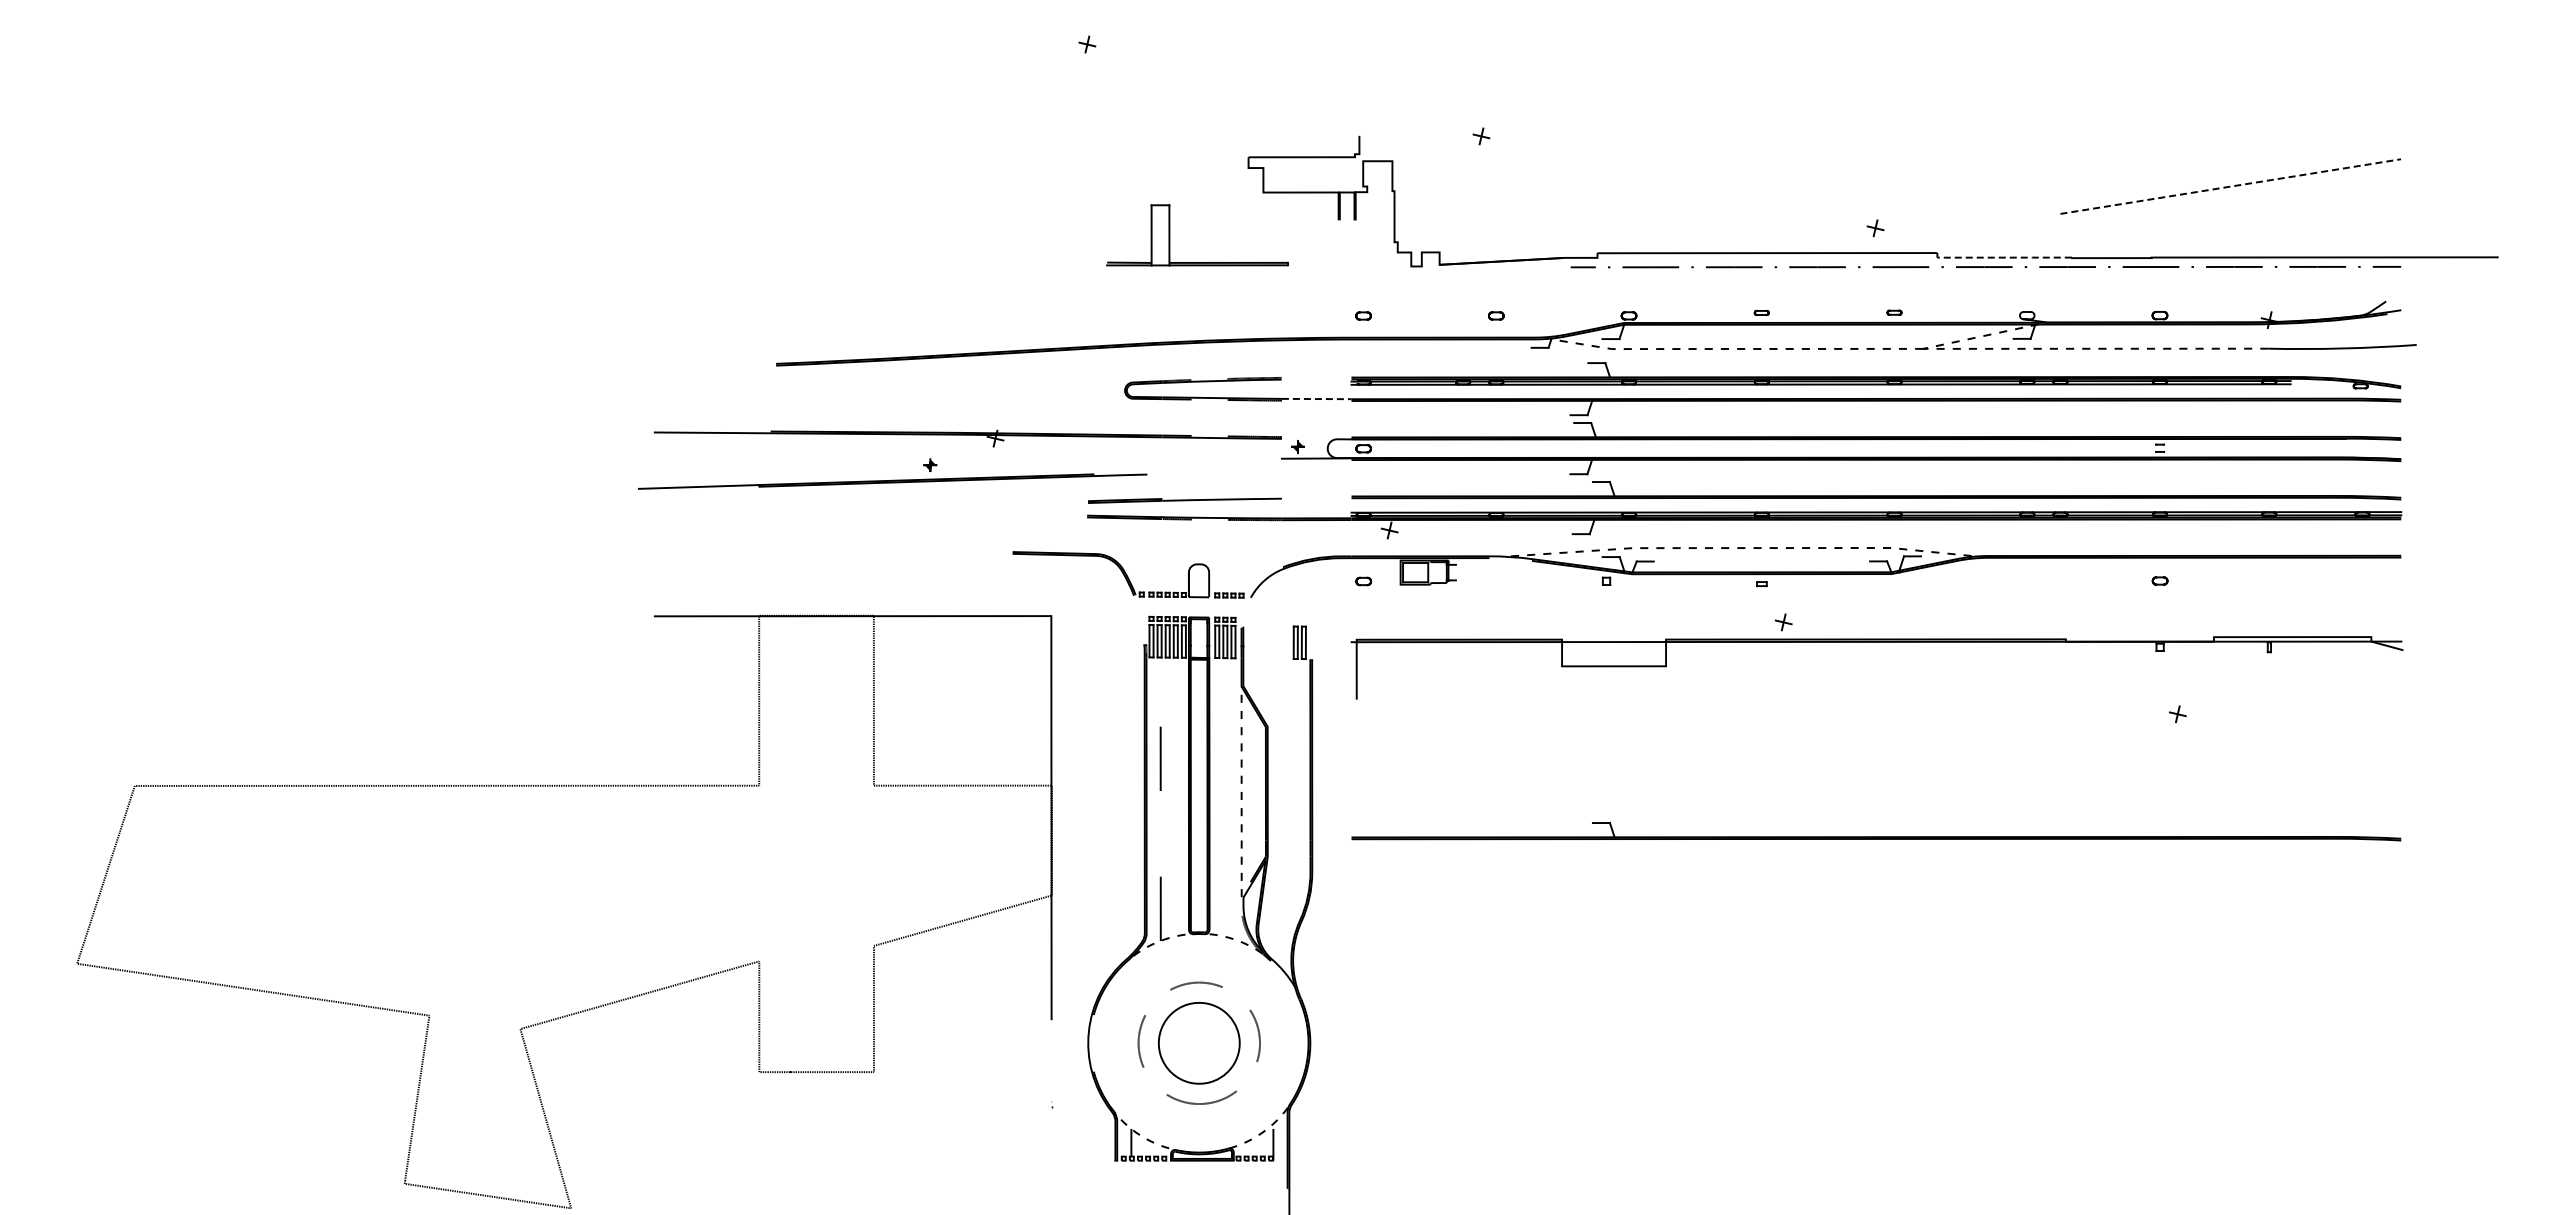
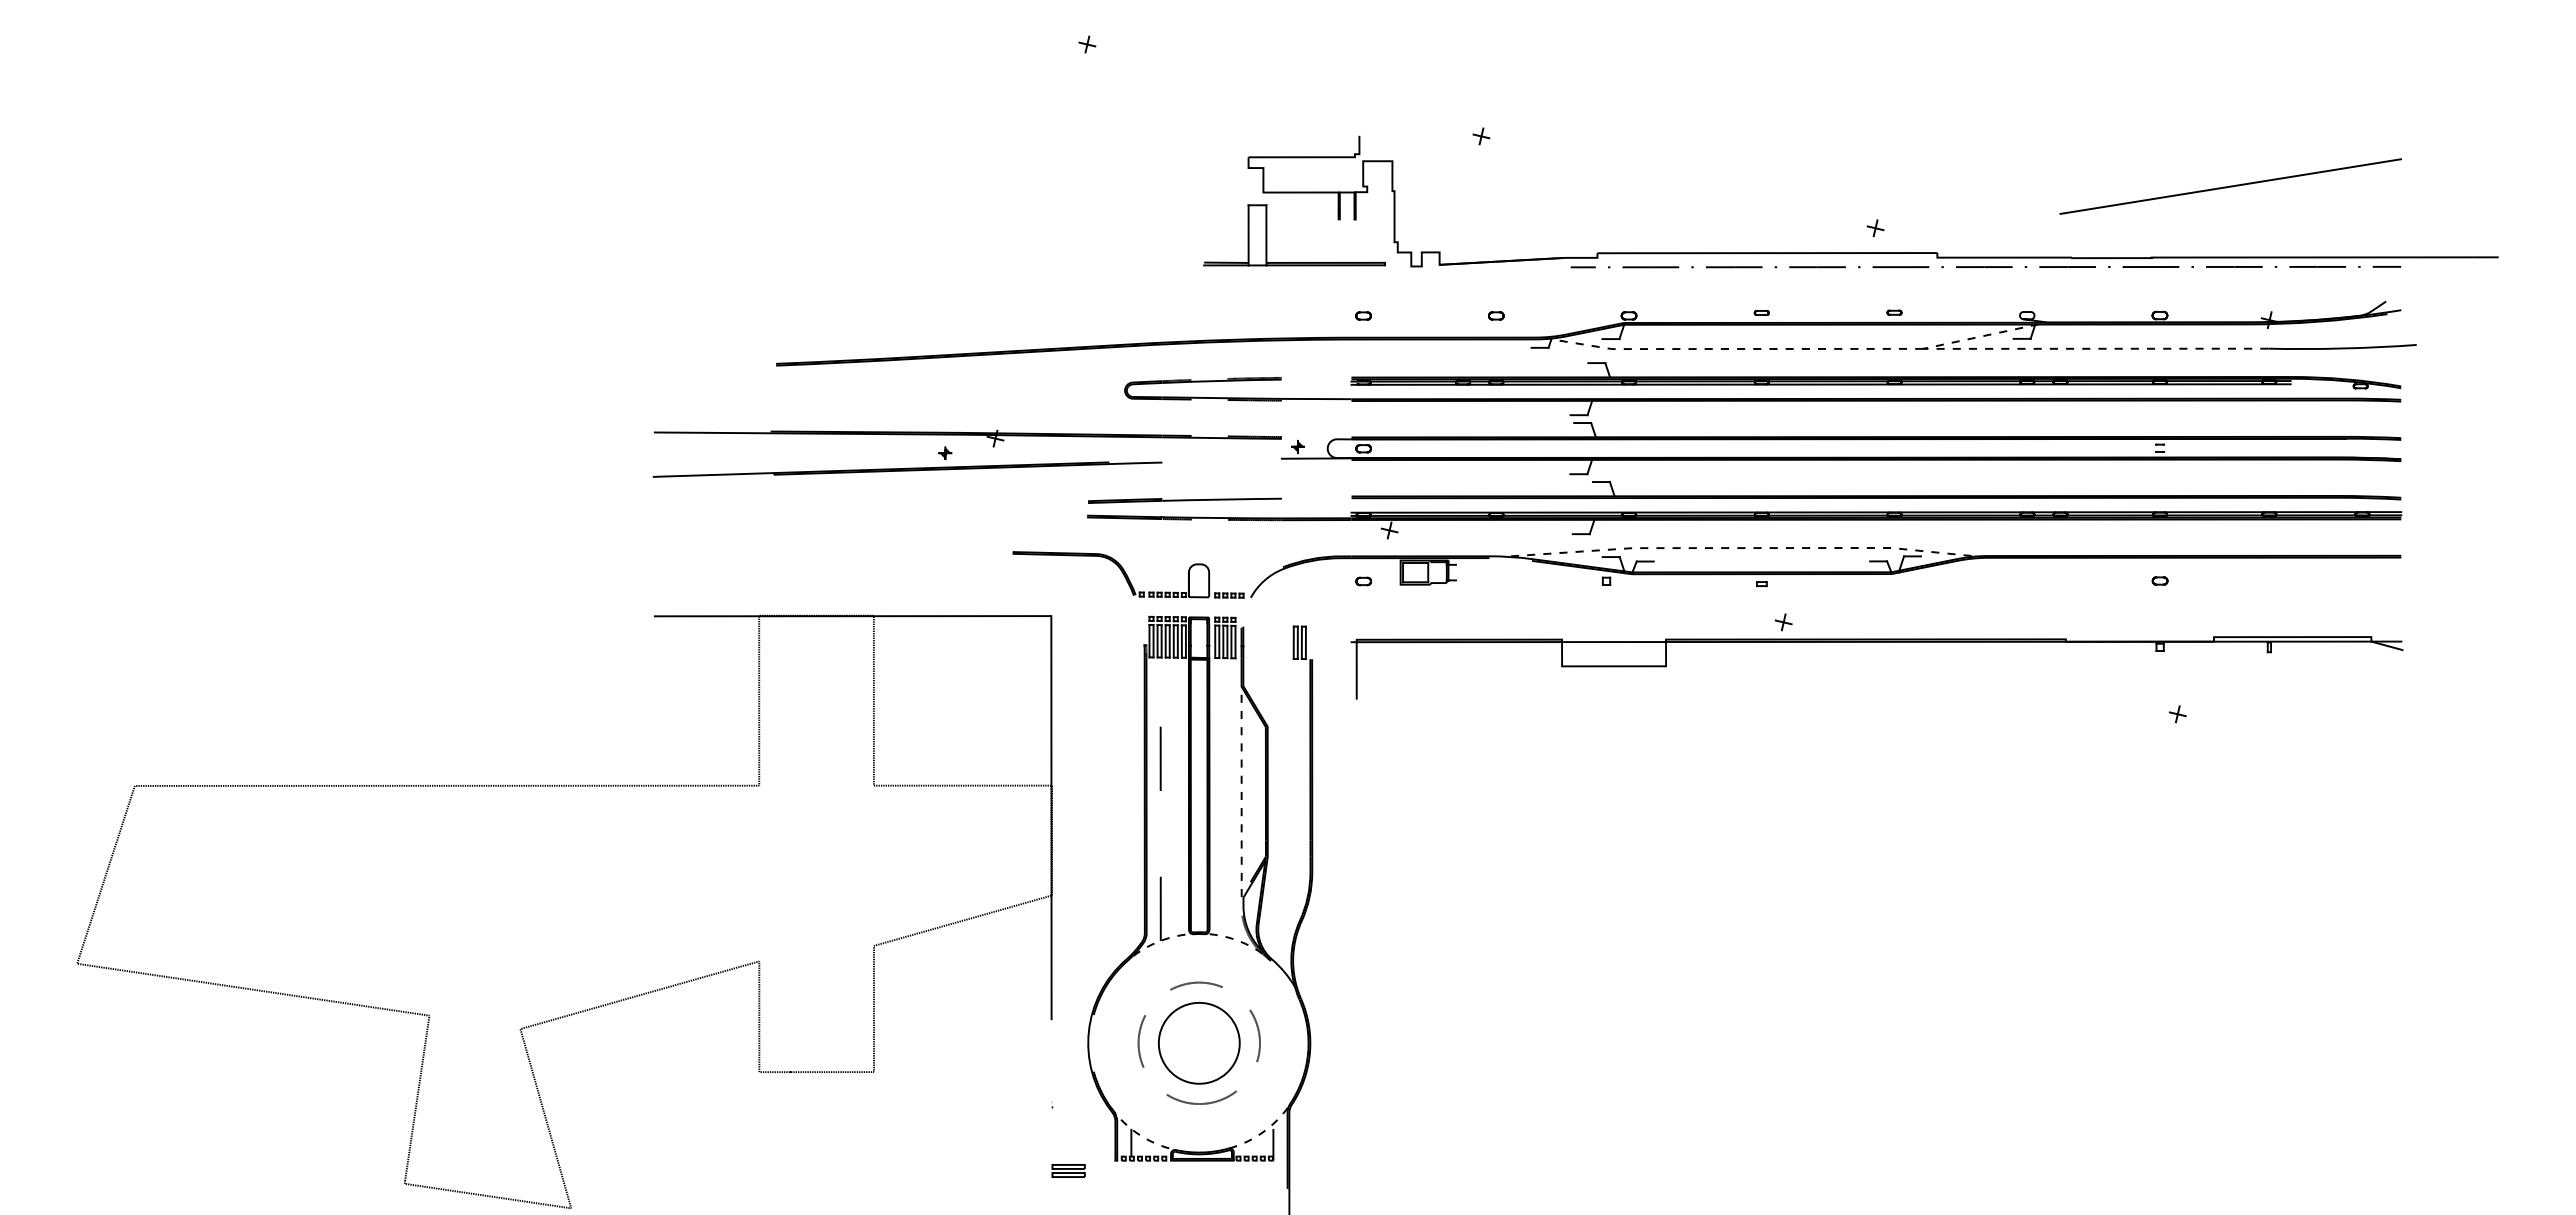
line at (2231, 186): dashed -> solid
part at (1170, 235) position: (1170, 235) -> (1267, 235)
line at (2001, 257): dashed -> solid
line at (1316, 399): dashed -> solid
part at (892, 473) position: (892, 473) -> (907, 461)
part at (1876, 831): present -> none
part at (1068, 1170): none -> present
